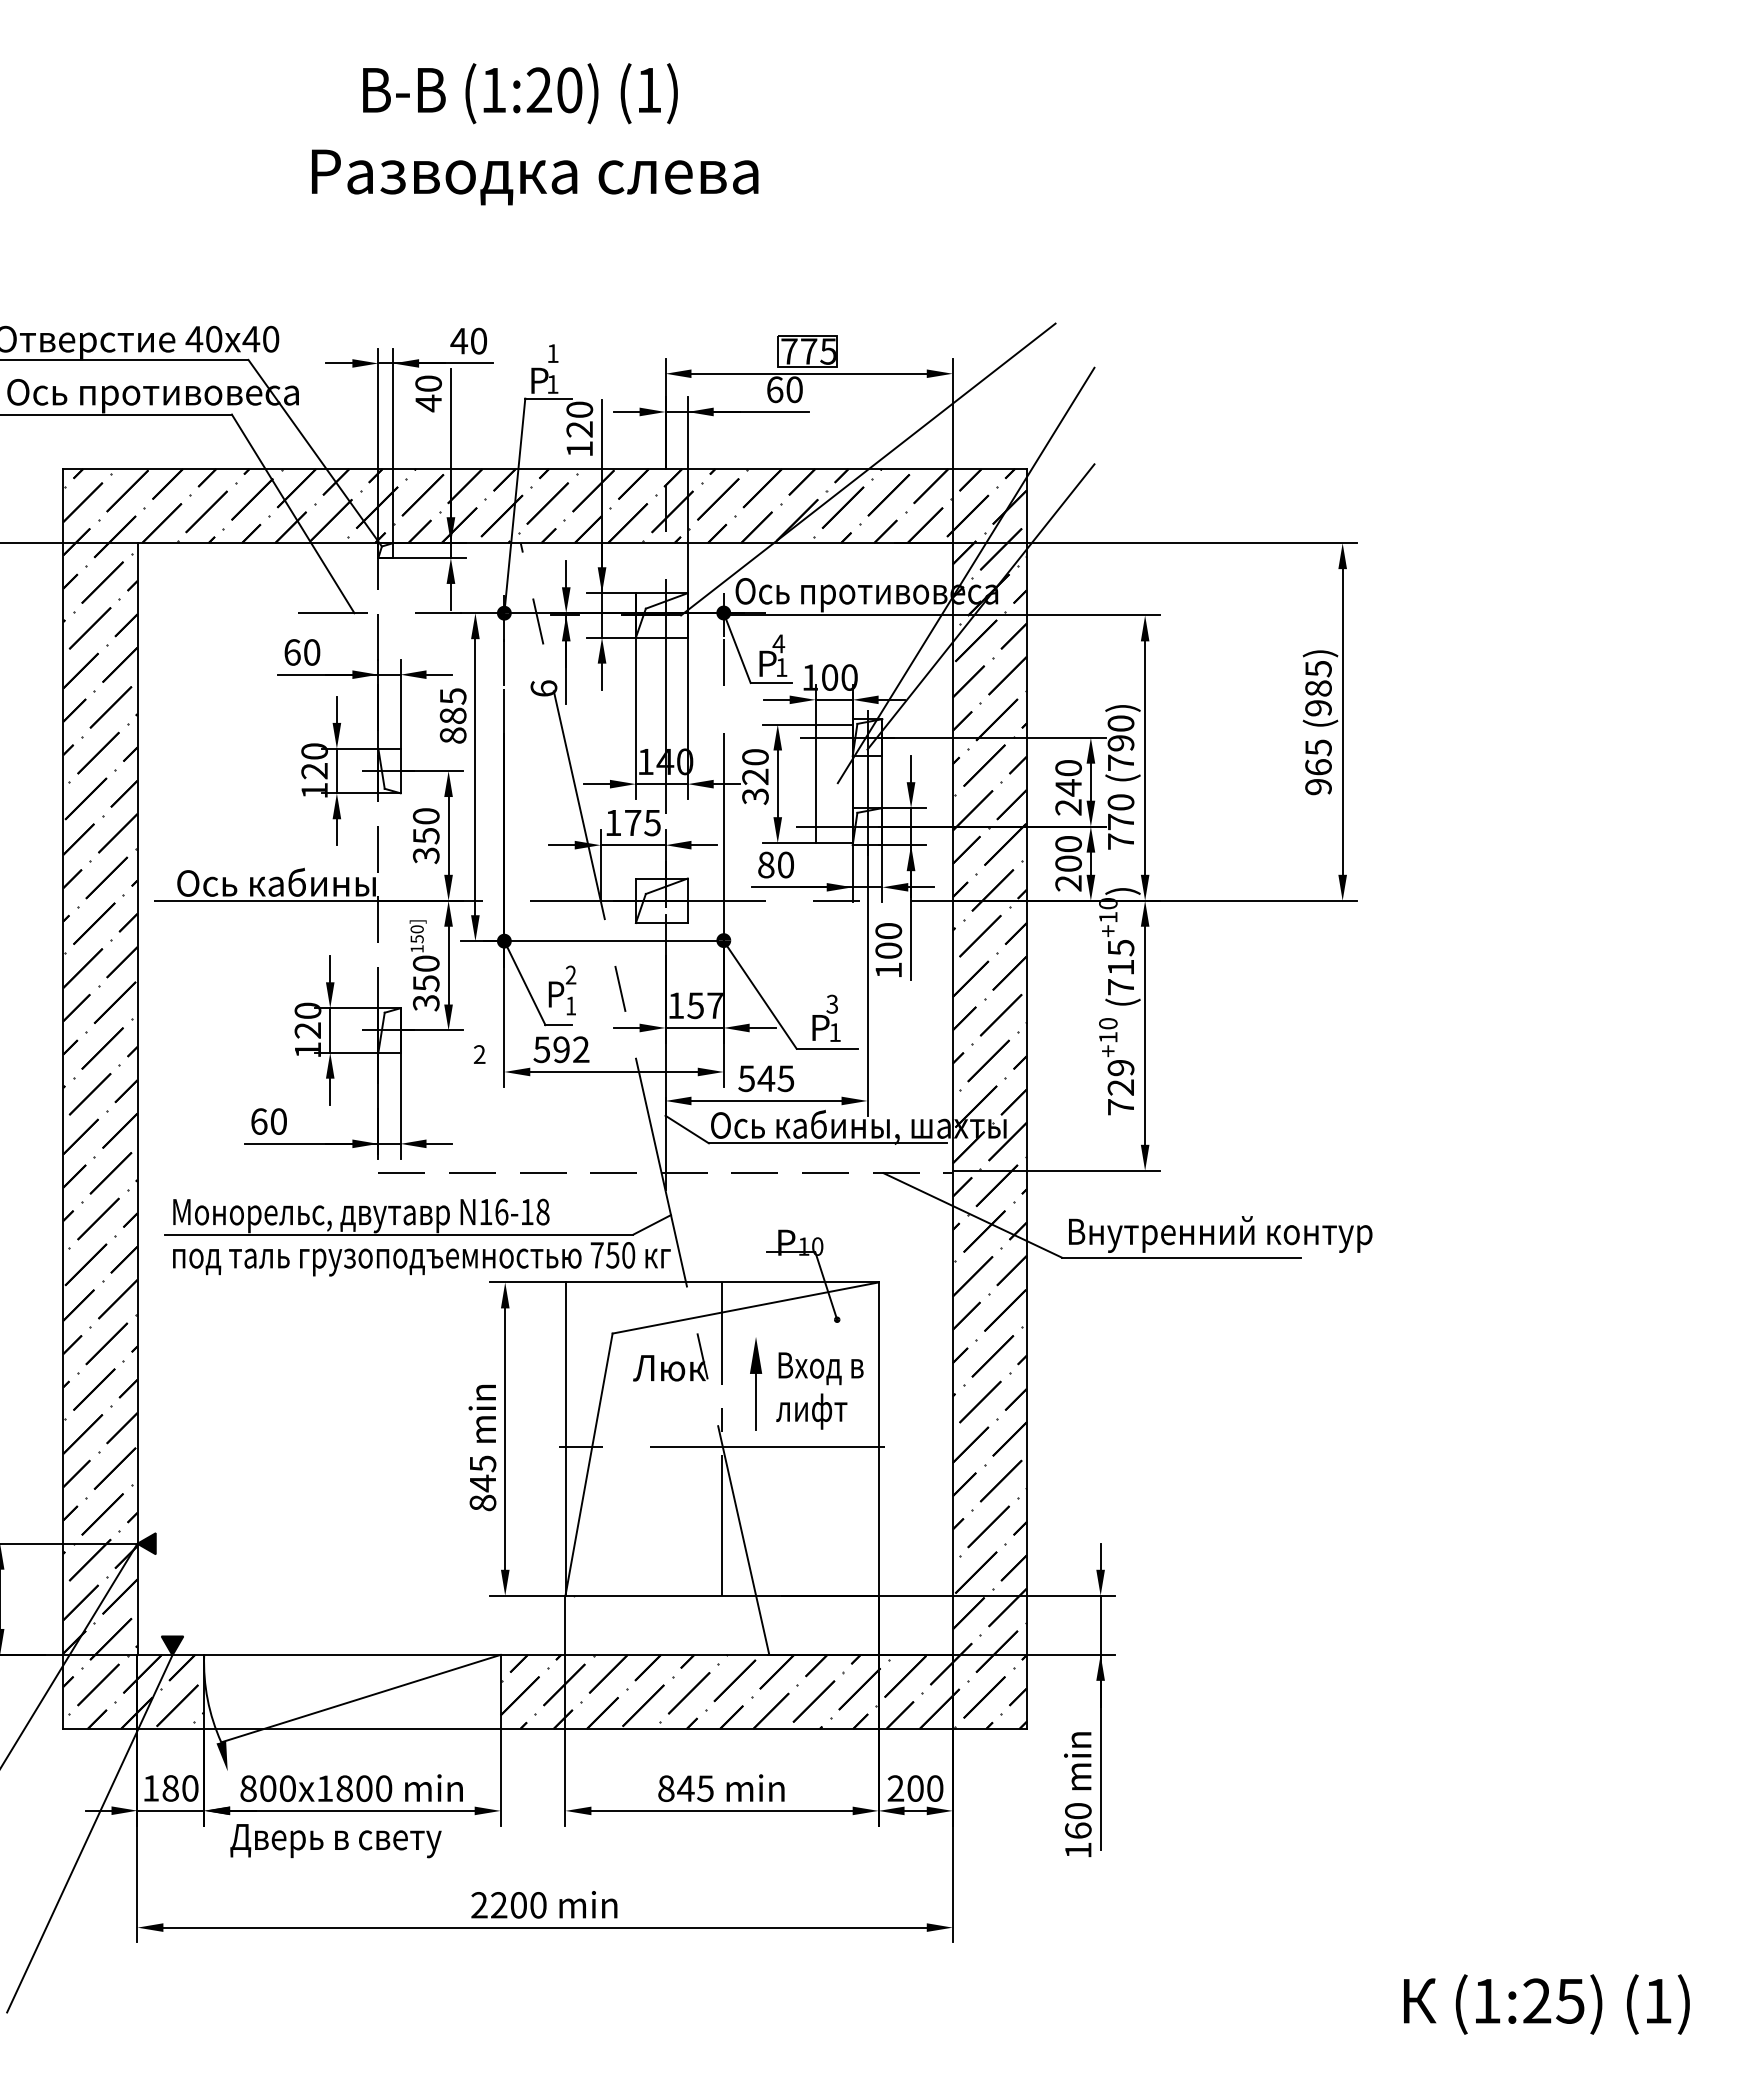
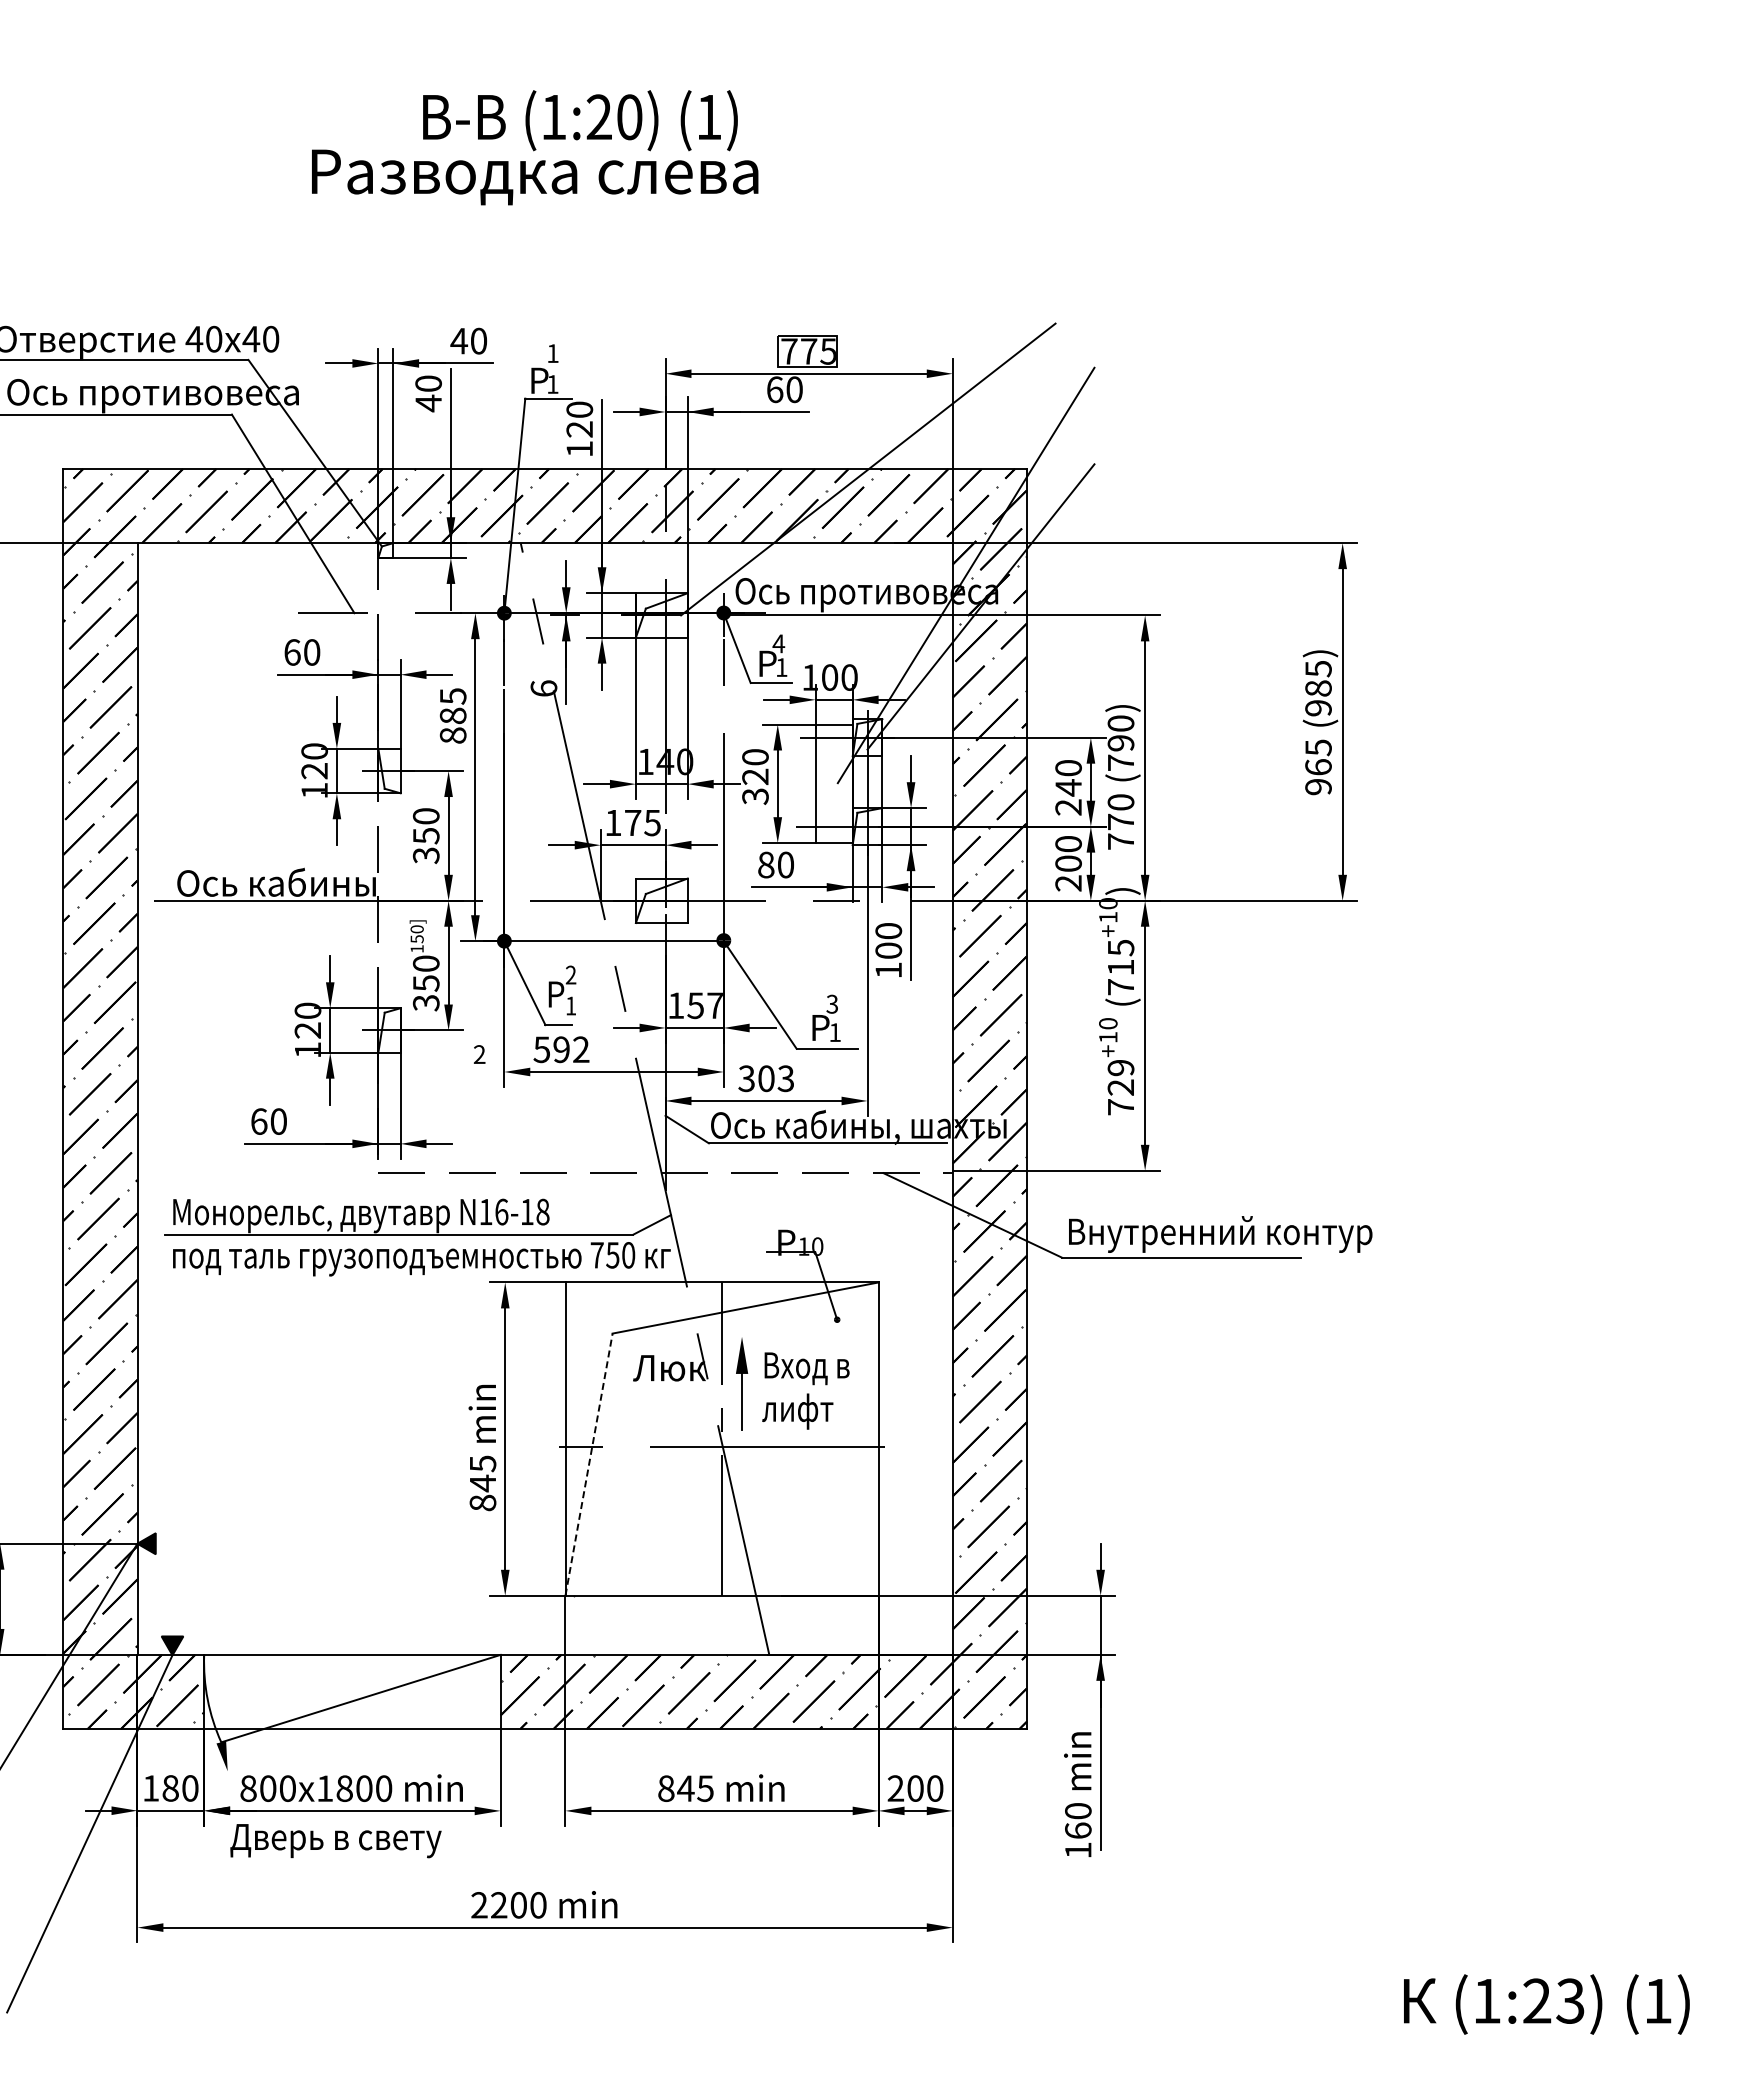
text at (520, 93) position: (520, 93) -> (580, 120)
text at (766, 1078): 545 -> 303
part at (806, 1383) position: (806, 1383) -> (792, 1383)
line at (589, 1464): solid -> dashed
text at (1570, 2000): (1:25) -> (1:23)
